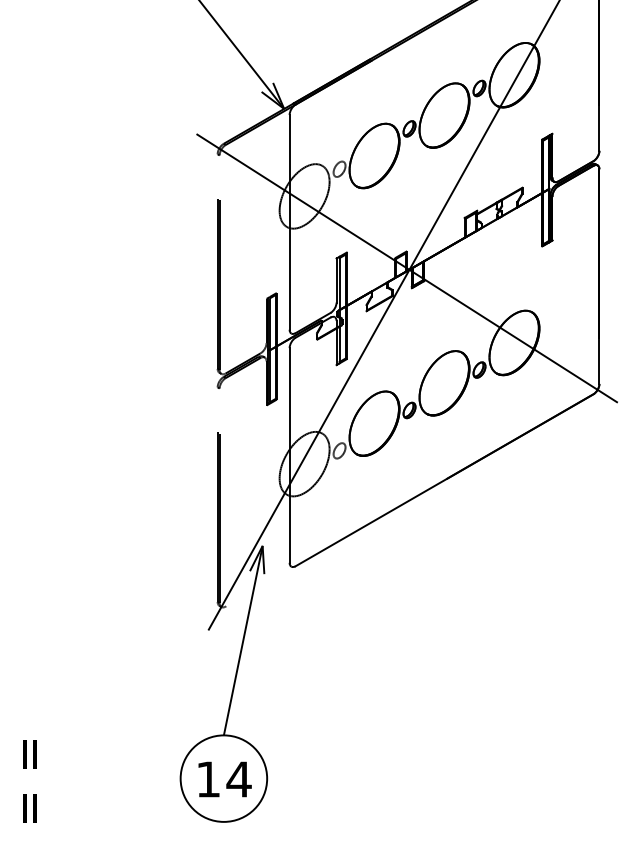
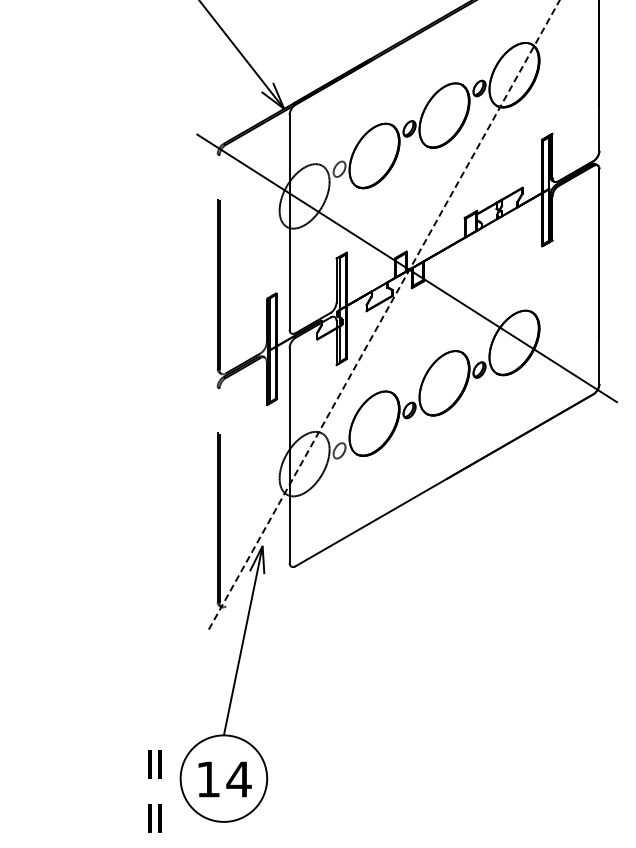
line at (384, 314): solid -> dashed
text at (29, 781) position: (29, 781) -> (154, 791)
